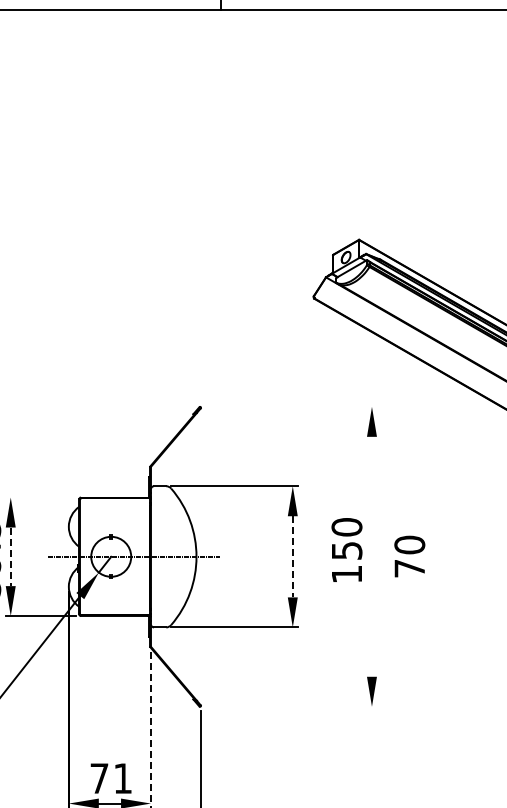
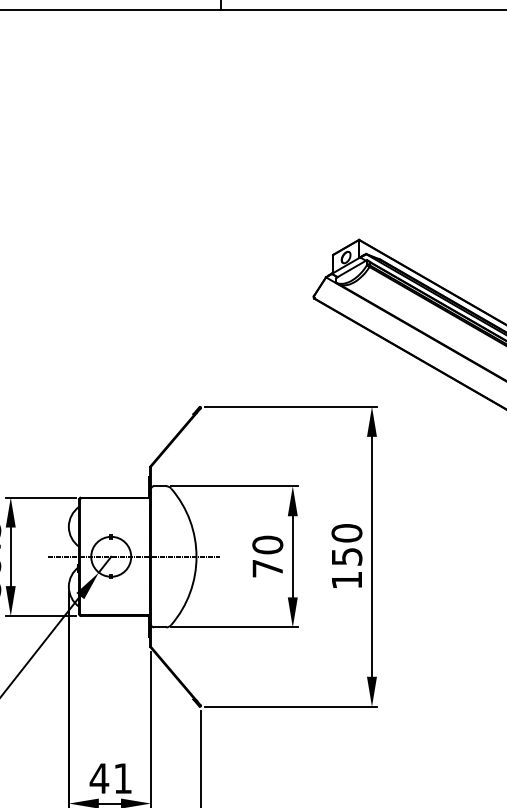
line at (290, 406): none -> present
line at (40, 497): none -> present
text at (346, 549) position: (346, 549) -> (346, 555)
line at (292, 556): dashed -> solid
line at (371, 556): none -> present
text at (409, 556) position: (409, 556) -> (267, 556)
line at (10, 557): dashed -> solid
line at (290, 706): none -> present
line at (151, 729): dashed -> solid
text at (99, 778): 71 -> 41
